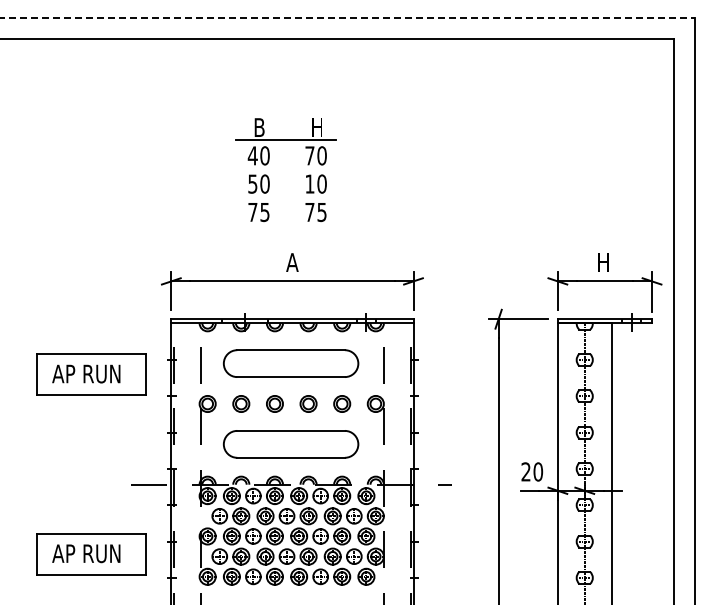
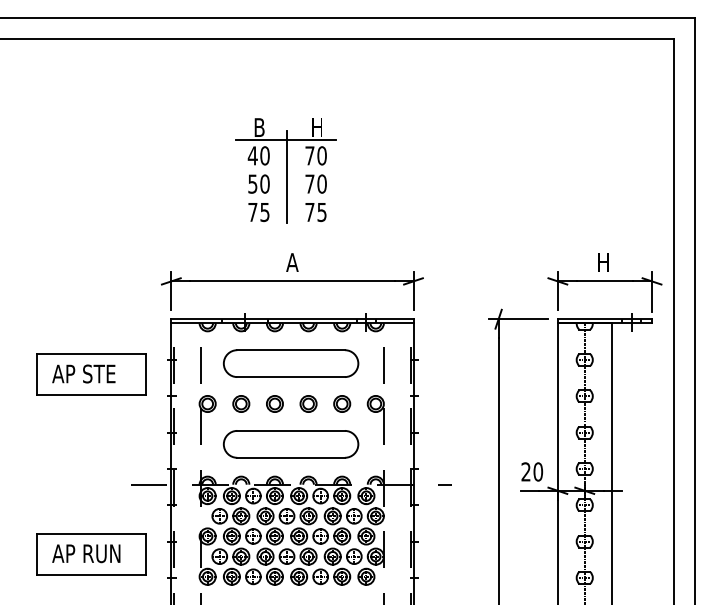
line at (347, 18): dashed -> solid
line at (286, 176): none -> present
text at (309, 183): 10 -> 70
text at (101, 373): AP RUN -> AP STE
